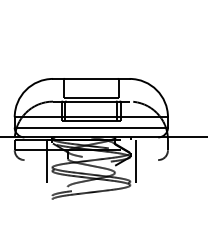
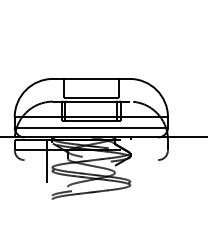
line at (135, 161): present -> none
